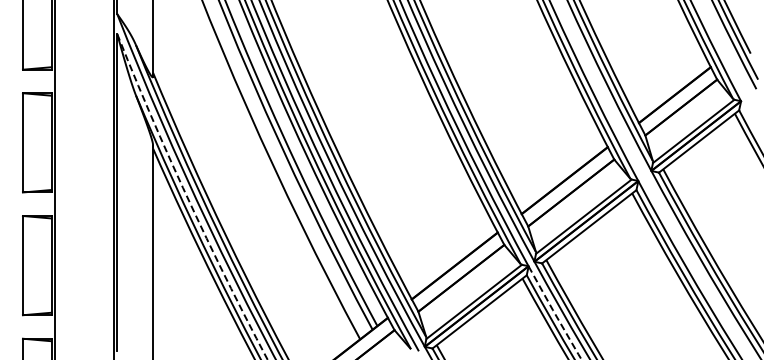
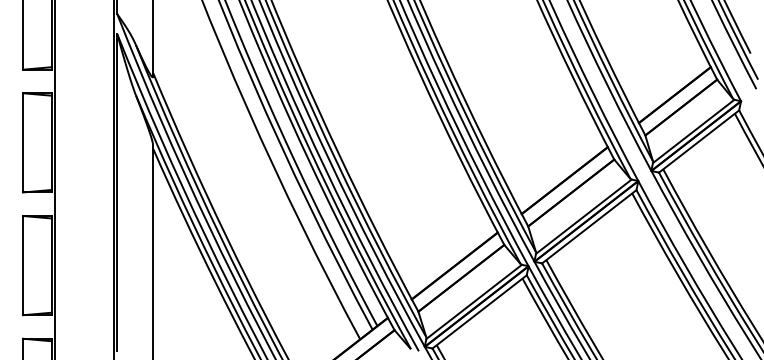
arc at (188, 198): dashed -> solid
arc at (554, 313): dashed -> solid
